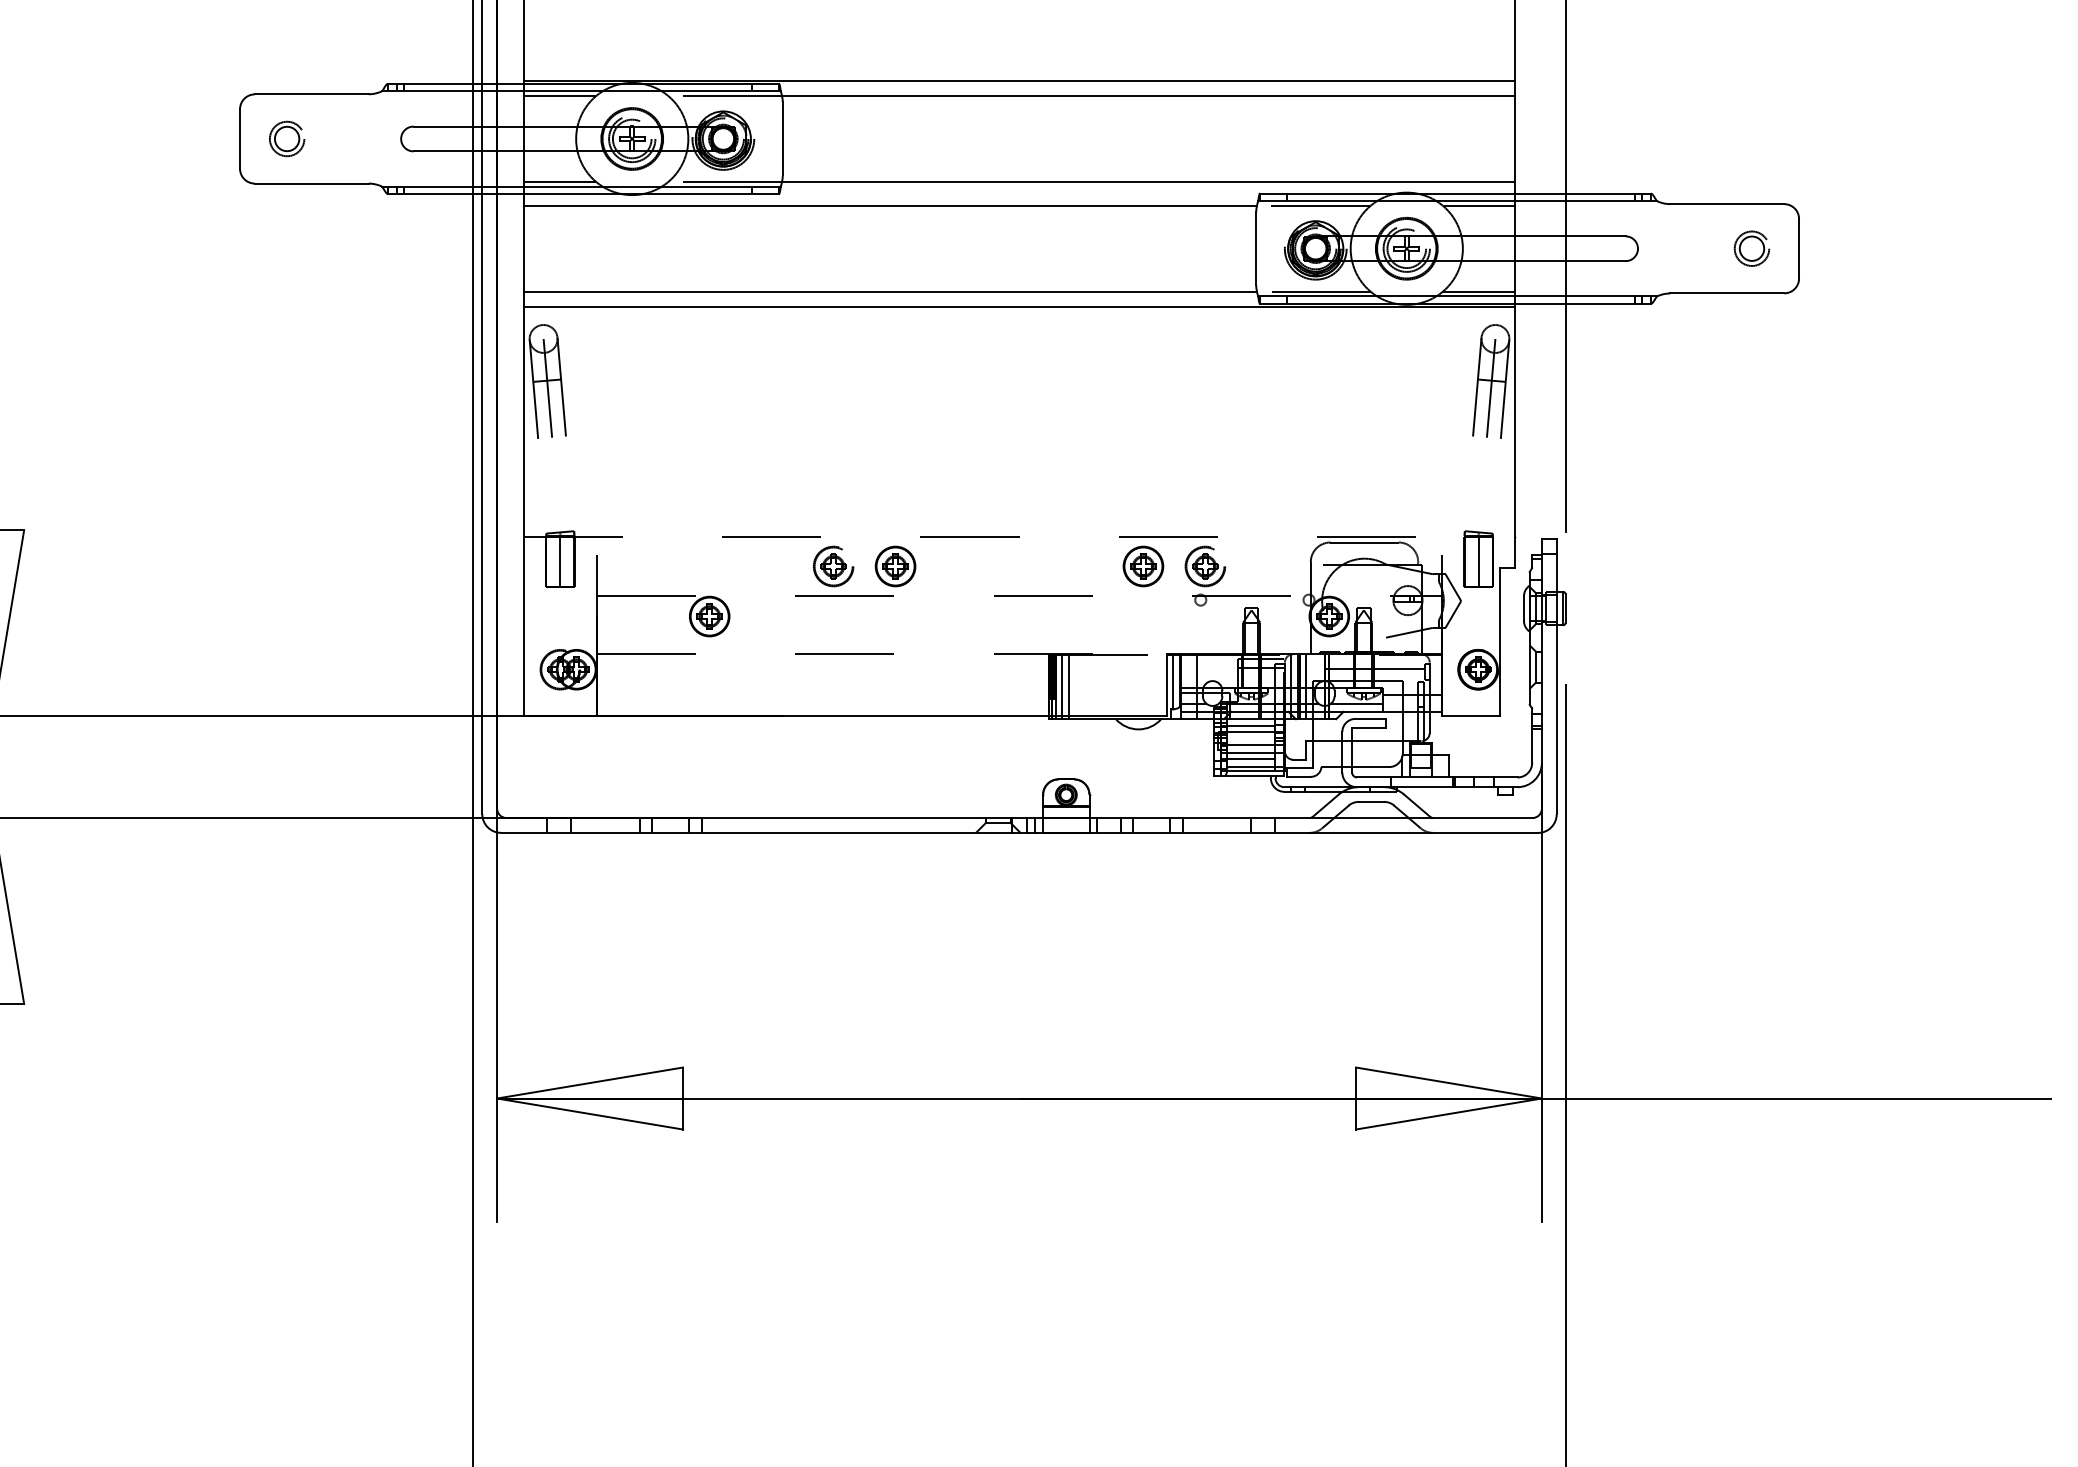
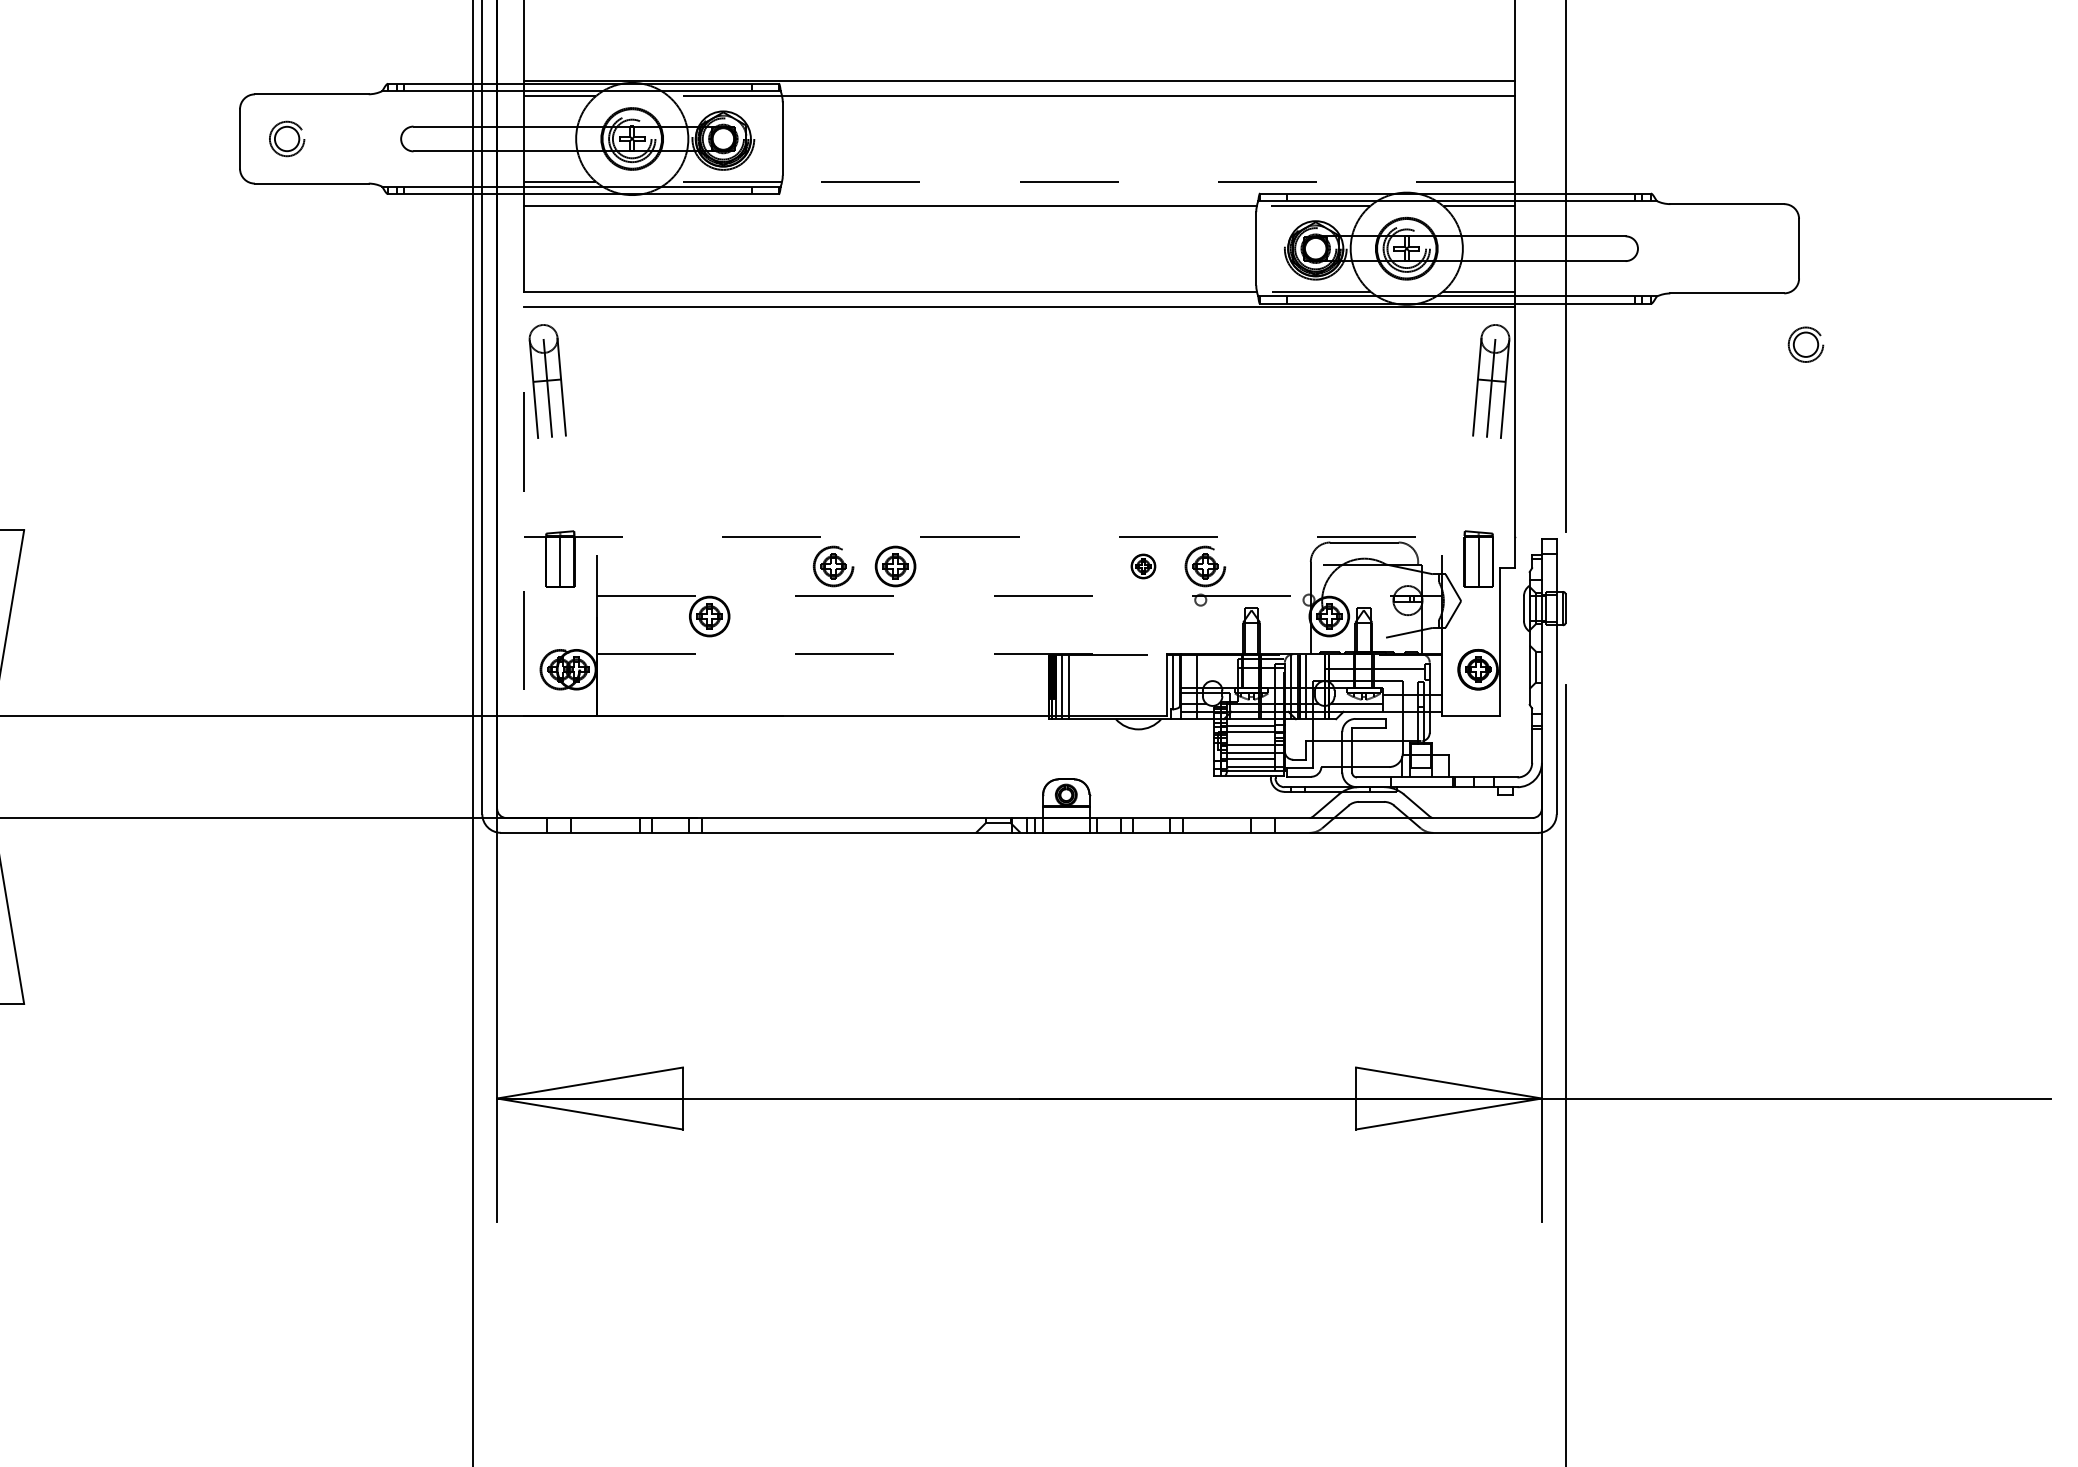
line at (1148, 181): solid -> dashed
part at (1751, 248) position: (1751, 248) -> (1805, 344)
line at (523, 455): solid -> dashed
part at (1143, 566) size: 43x43 px -> 27x27 px
